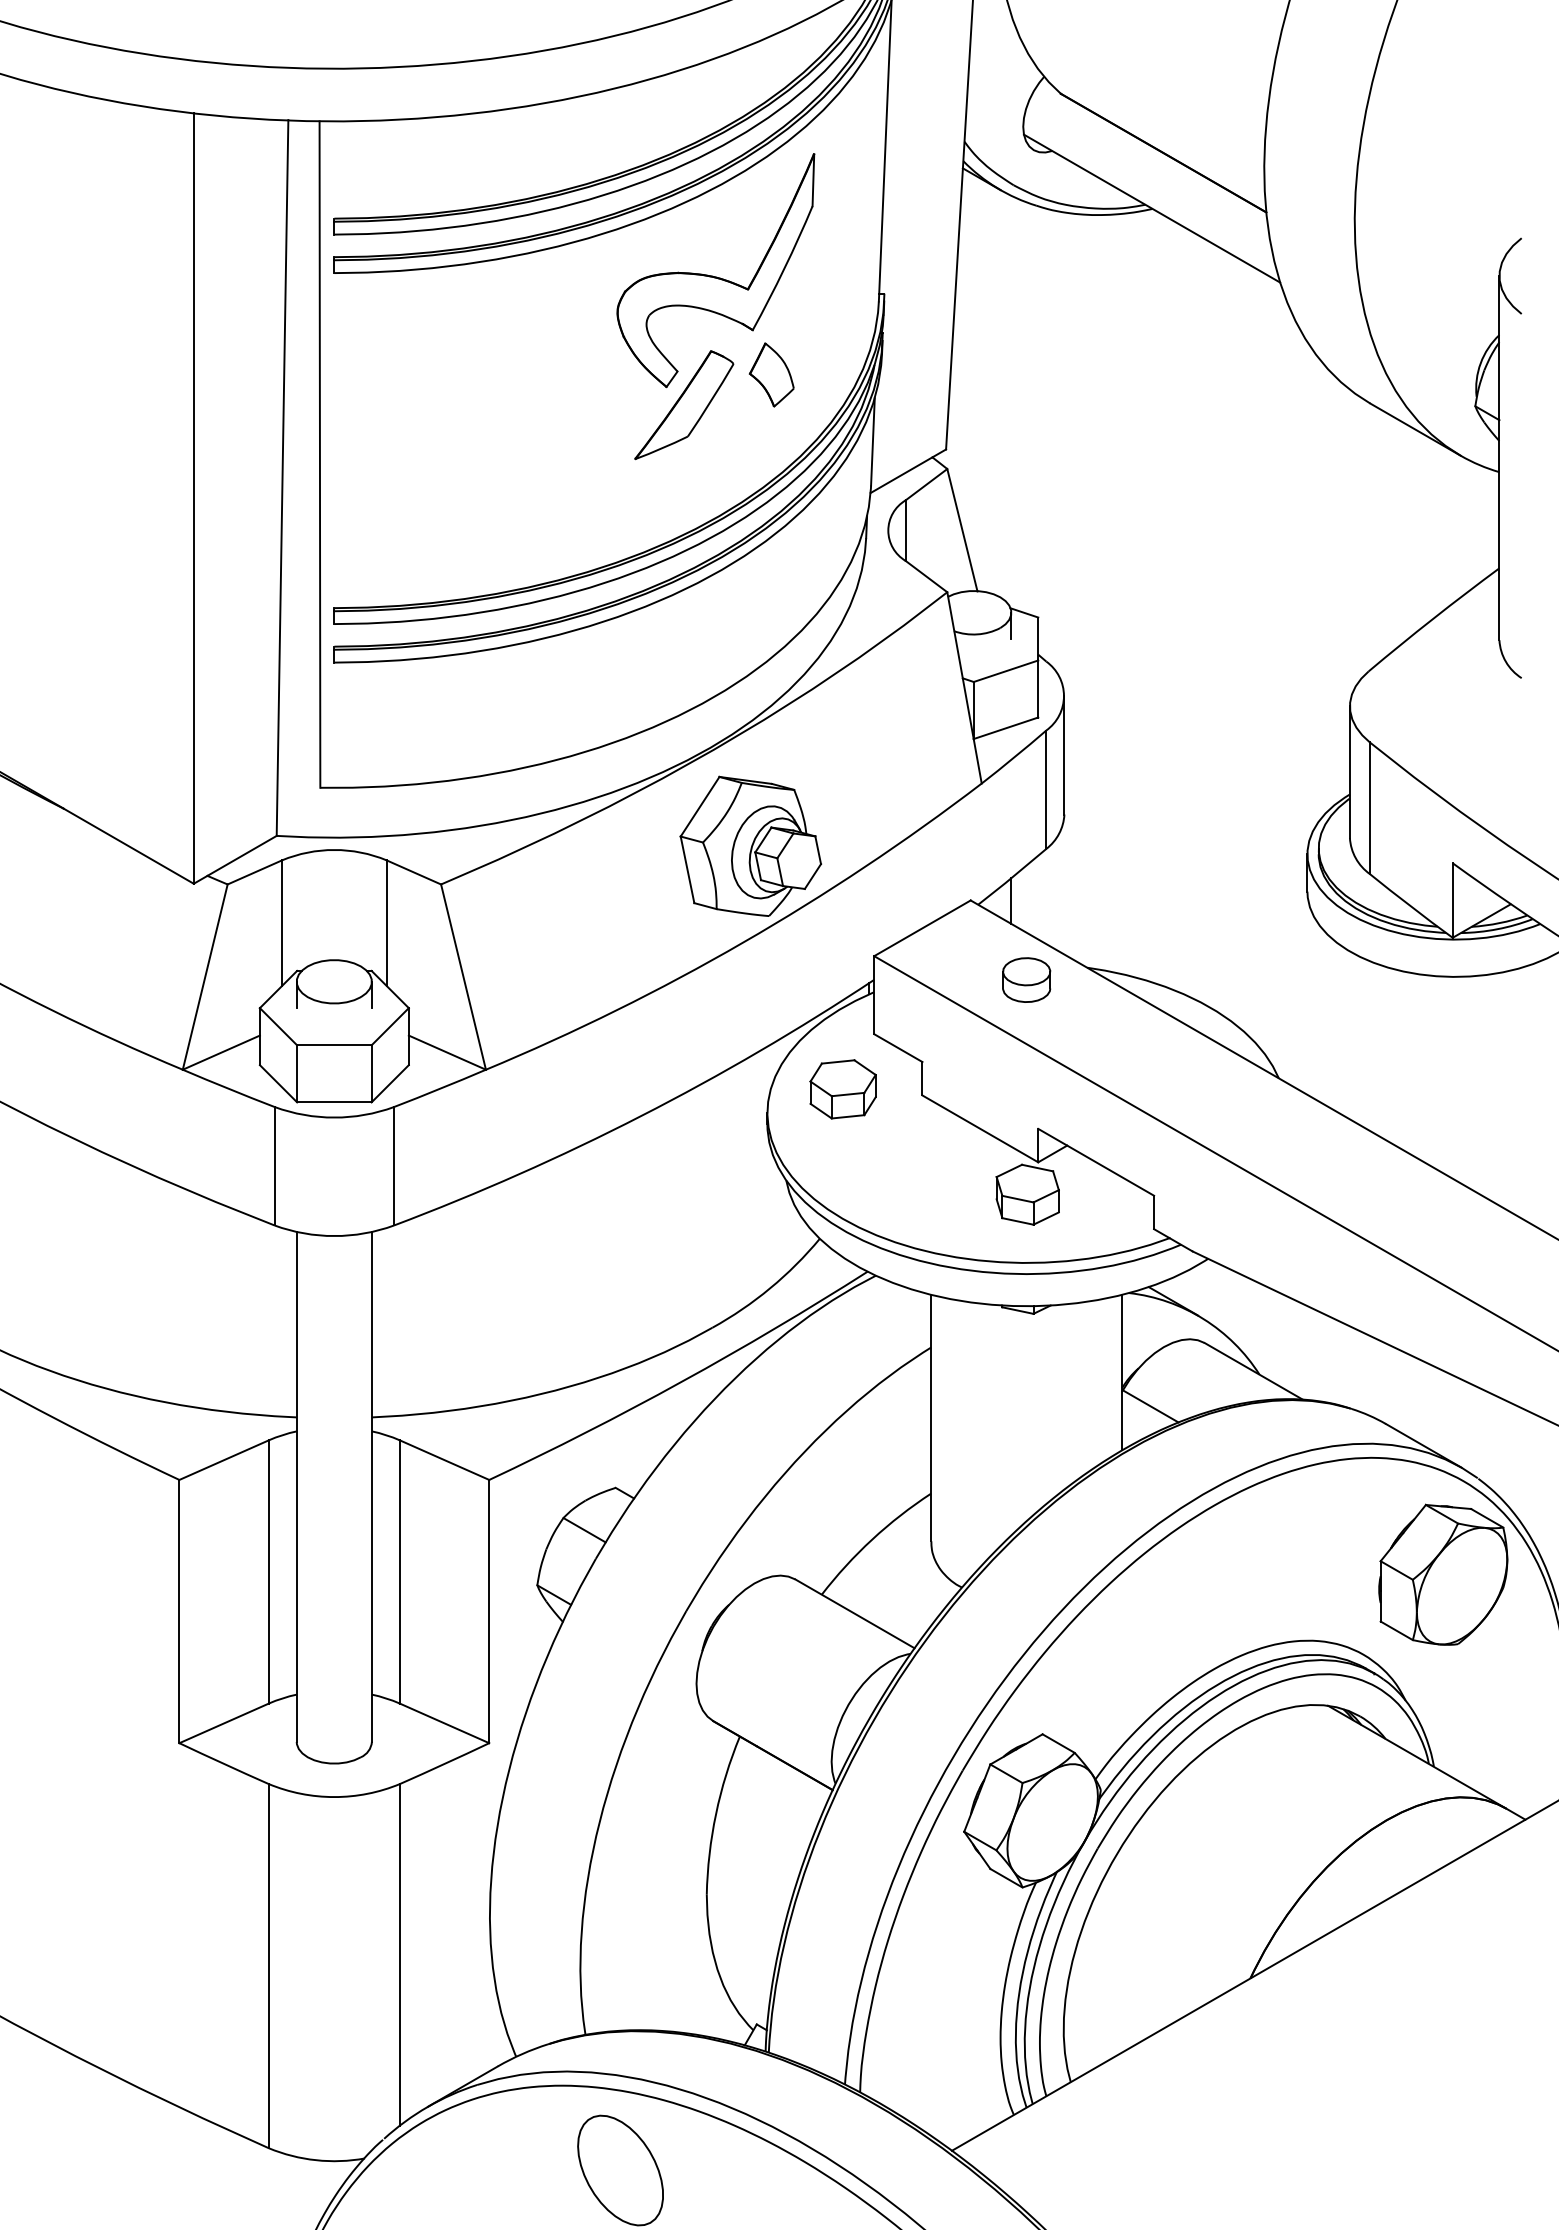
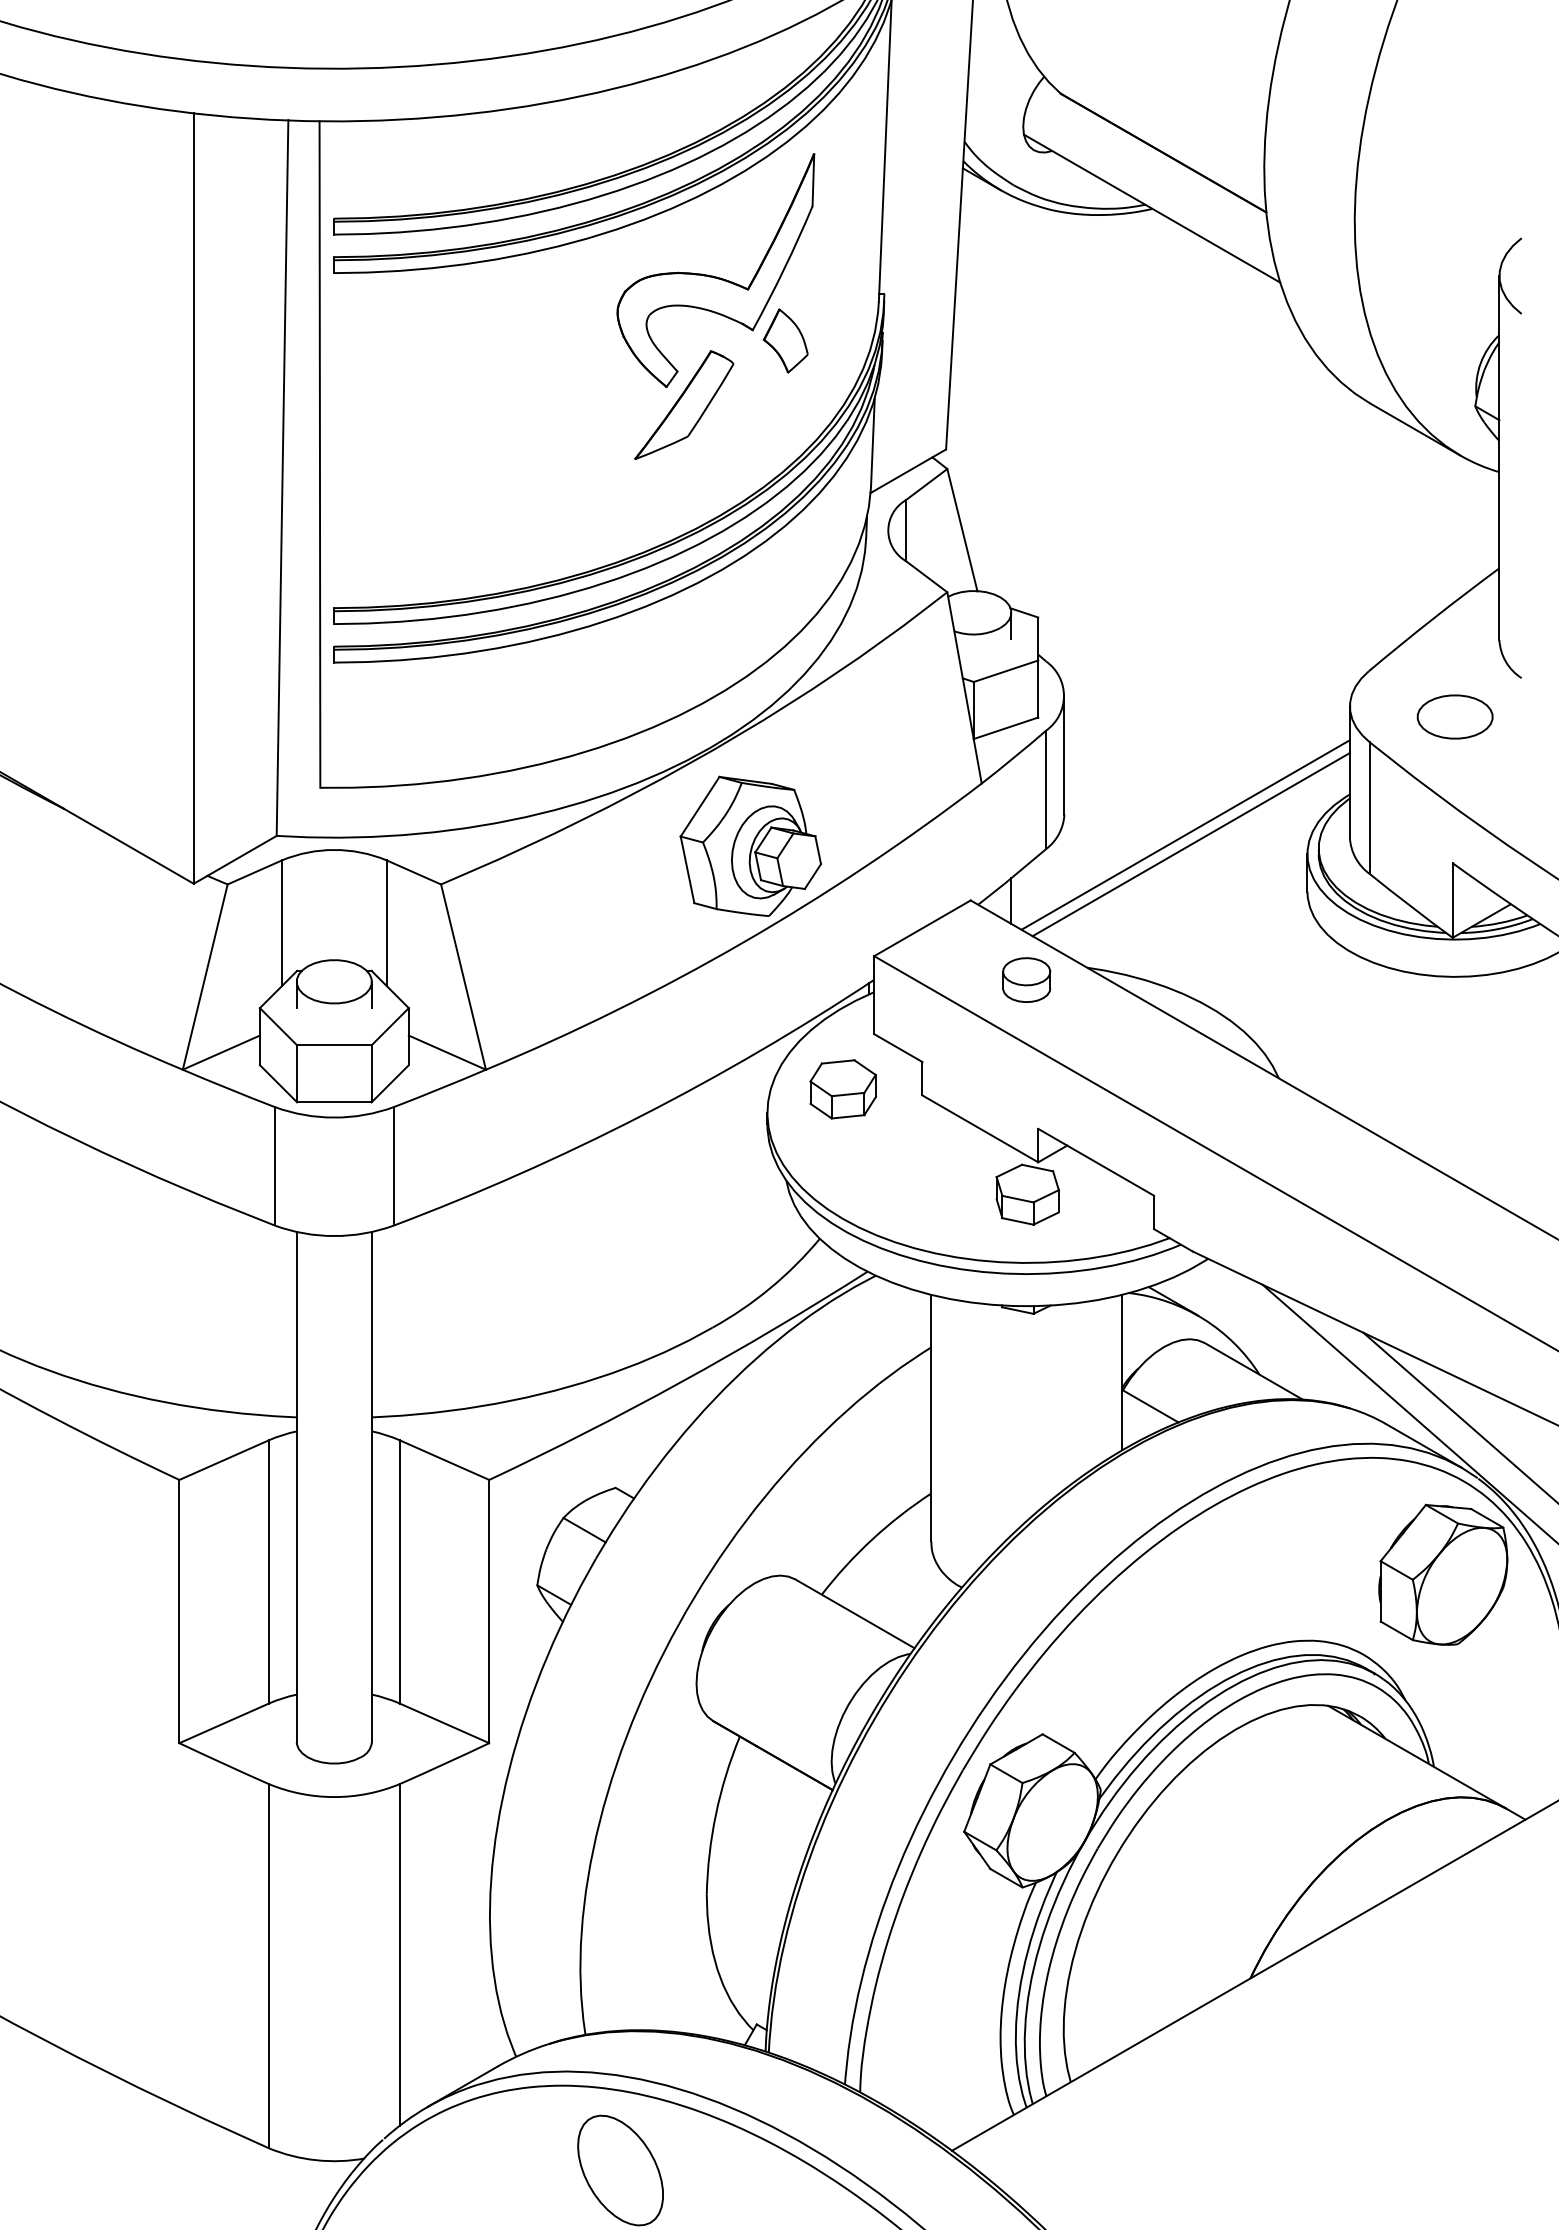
part at (771, 374) position: (771, 374) -> (785, 340)
part at (1454, 716): none -> present
line at (1185, 834): none -> present
line at (1190, 844): none -> present
line at (1408, 1412): none -> present
line at (1459, 1416): none -> present
